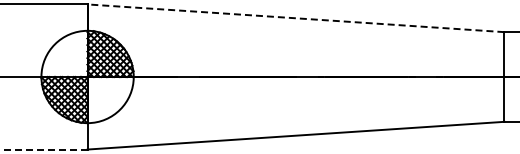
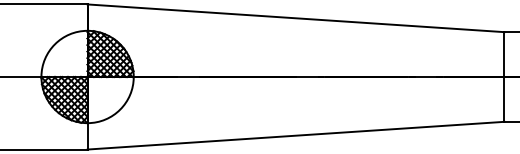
line at (296, 18): dashed -> solid
line at (44, 149): dashed -> solid
